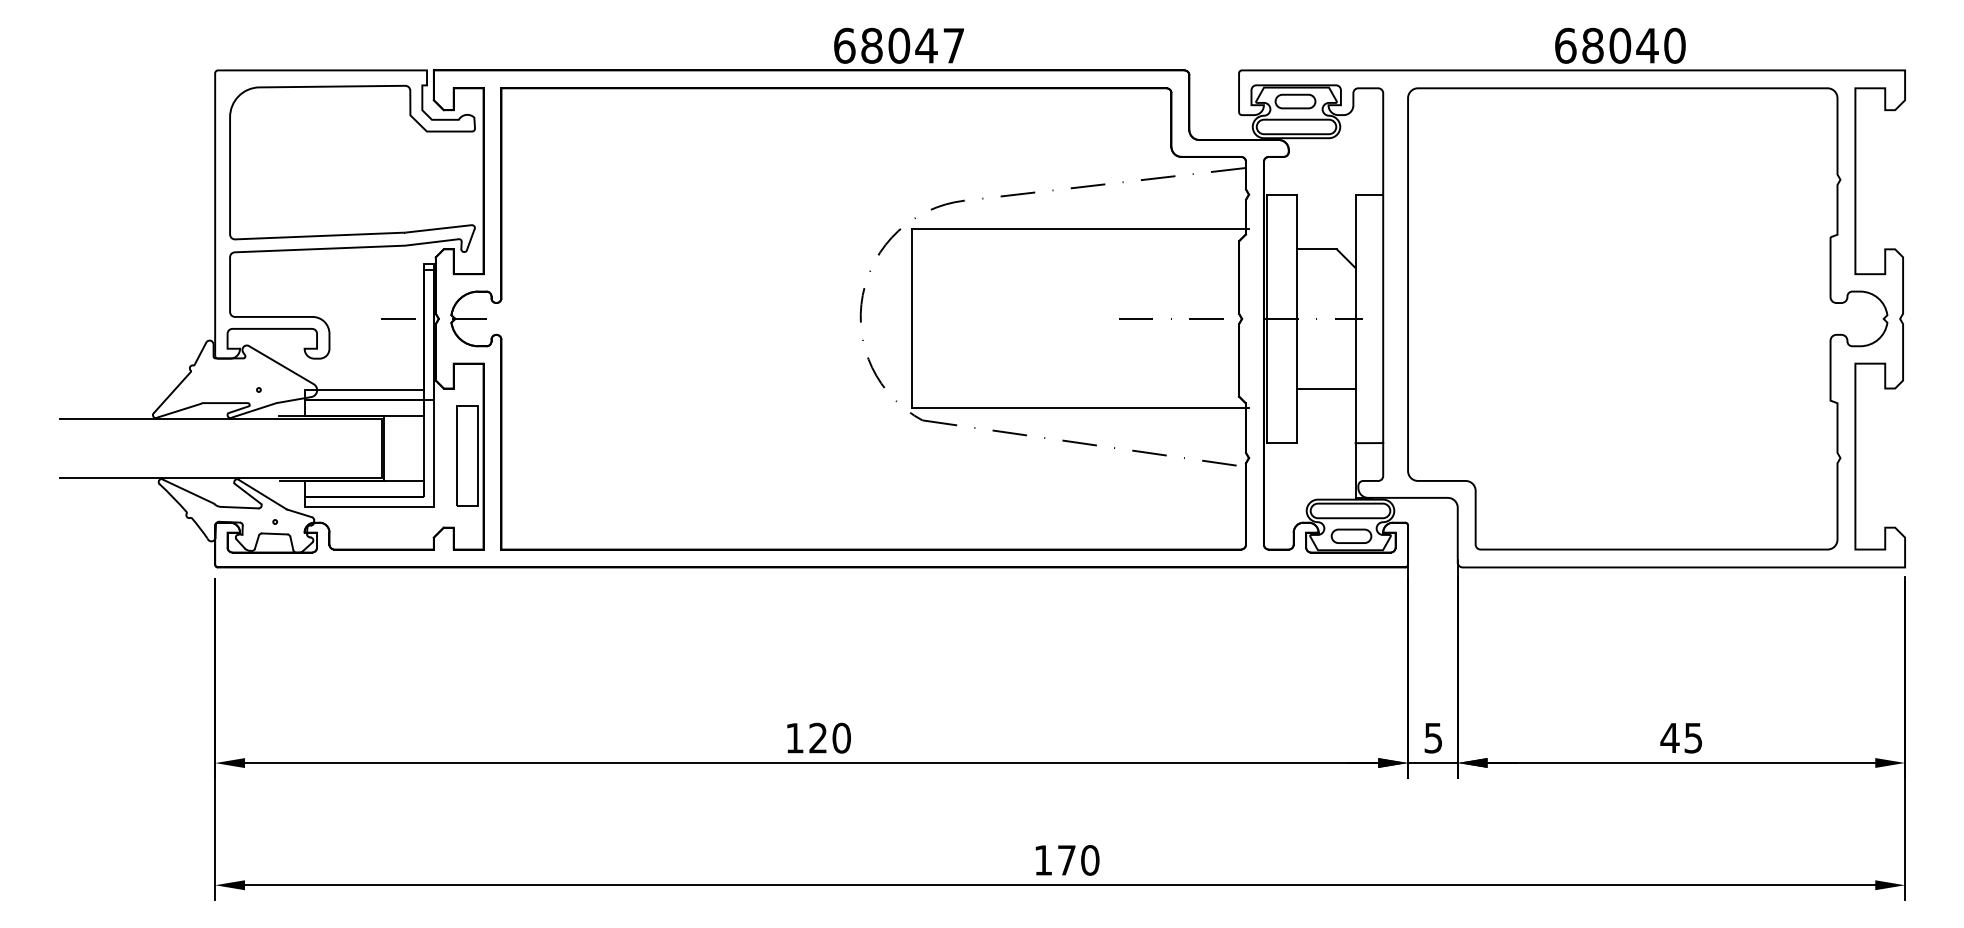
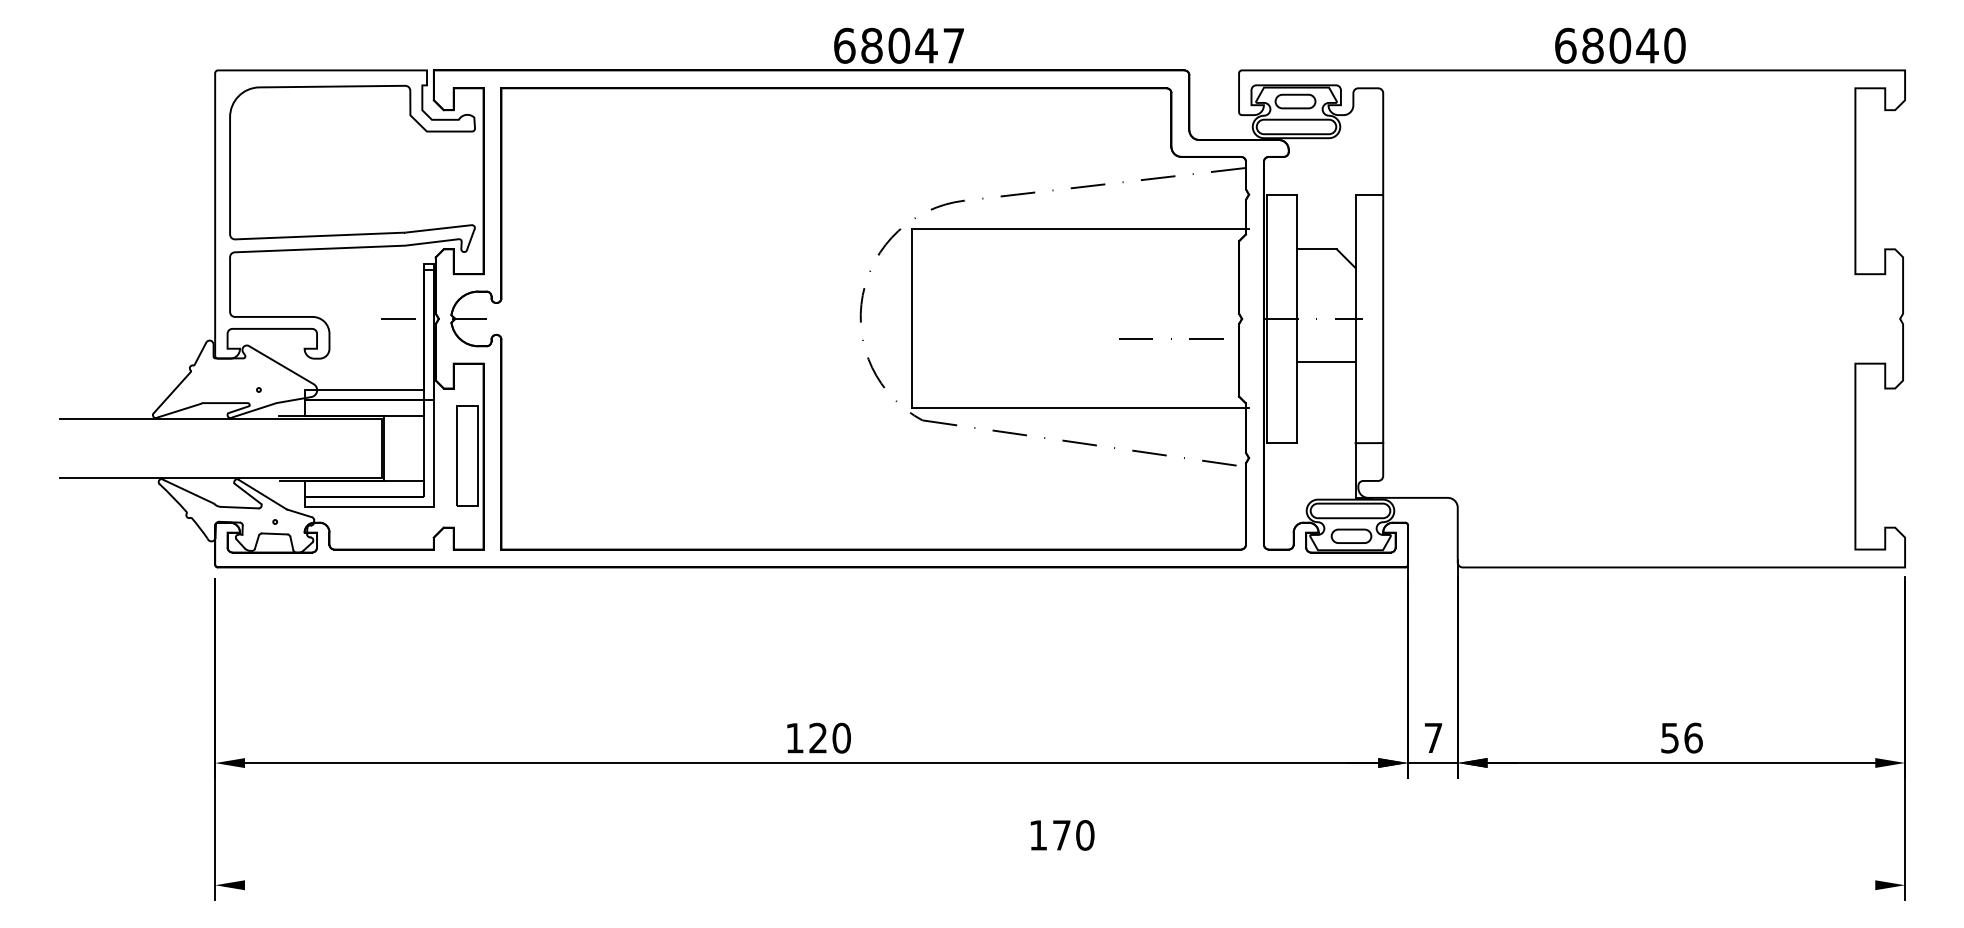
line at (1171, 318) position: (1171, 318) -> (1171, 338)
part at (1647, 318): present -> none
line at (1326, 388) position: (1326, 388) -> (1326, 361)
text at (1681, 737): 45 -> 56
text at (1433, 738): 5 -> 7
text at (1067, 860) position: (1067, 860) -> (1062, 835)
line at (1059, 885): present -> none
